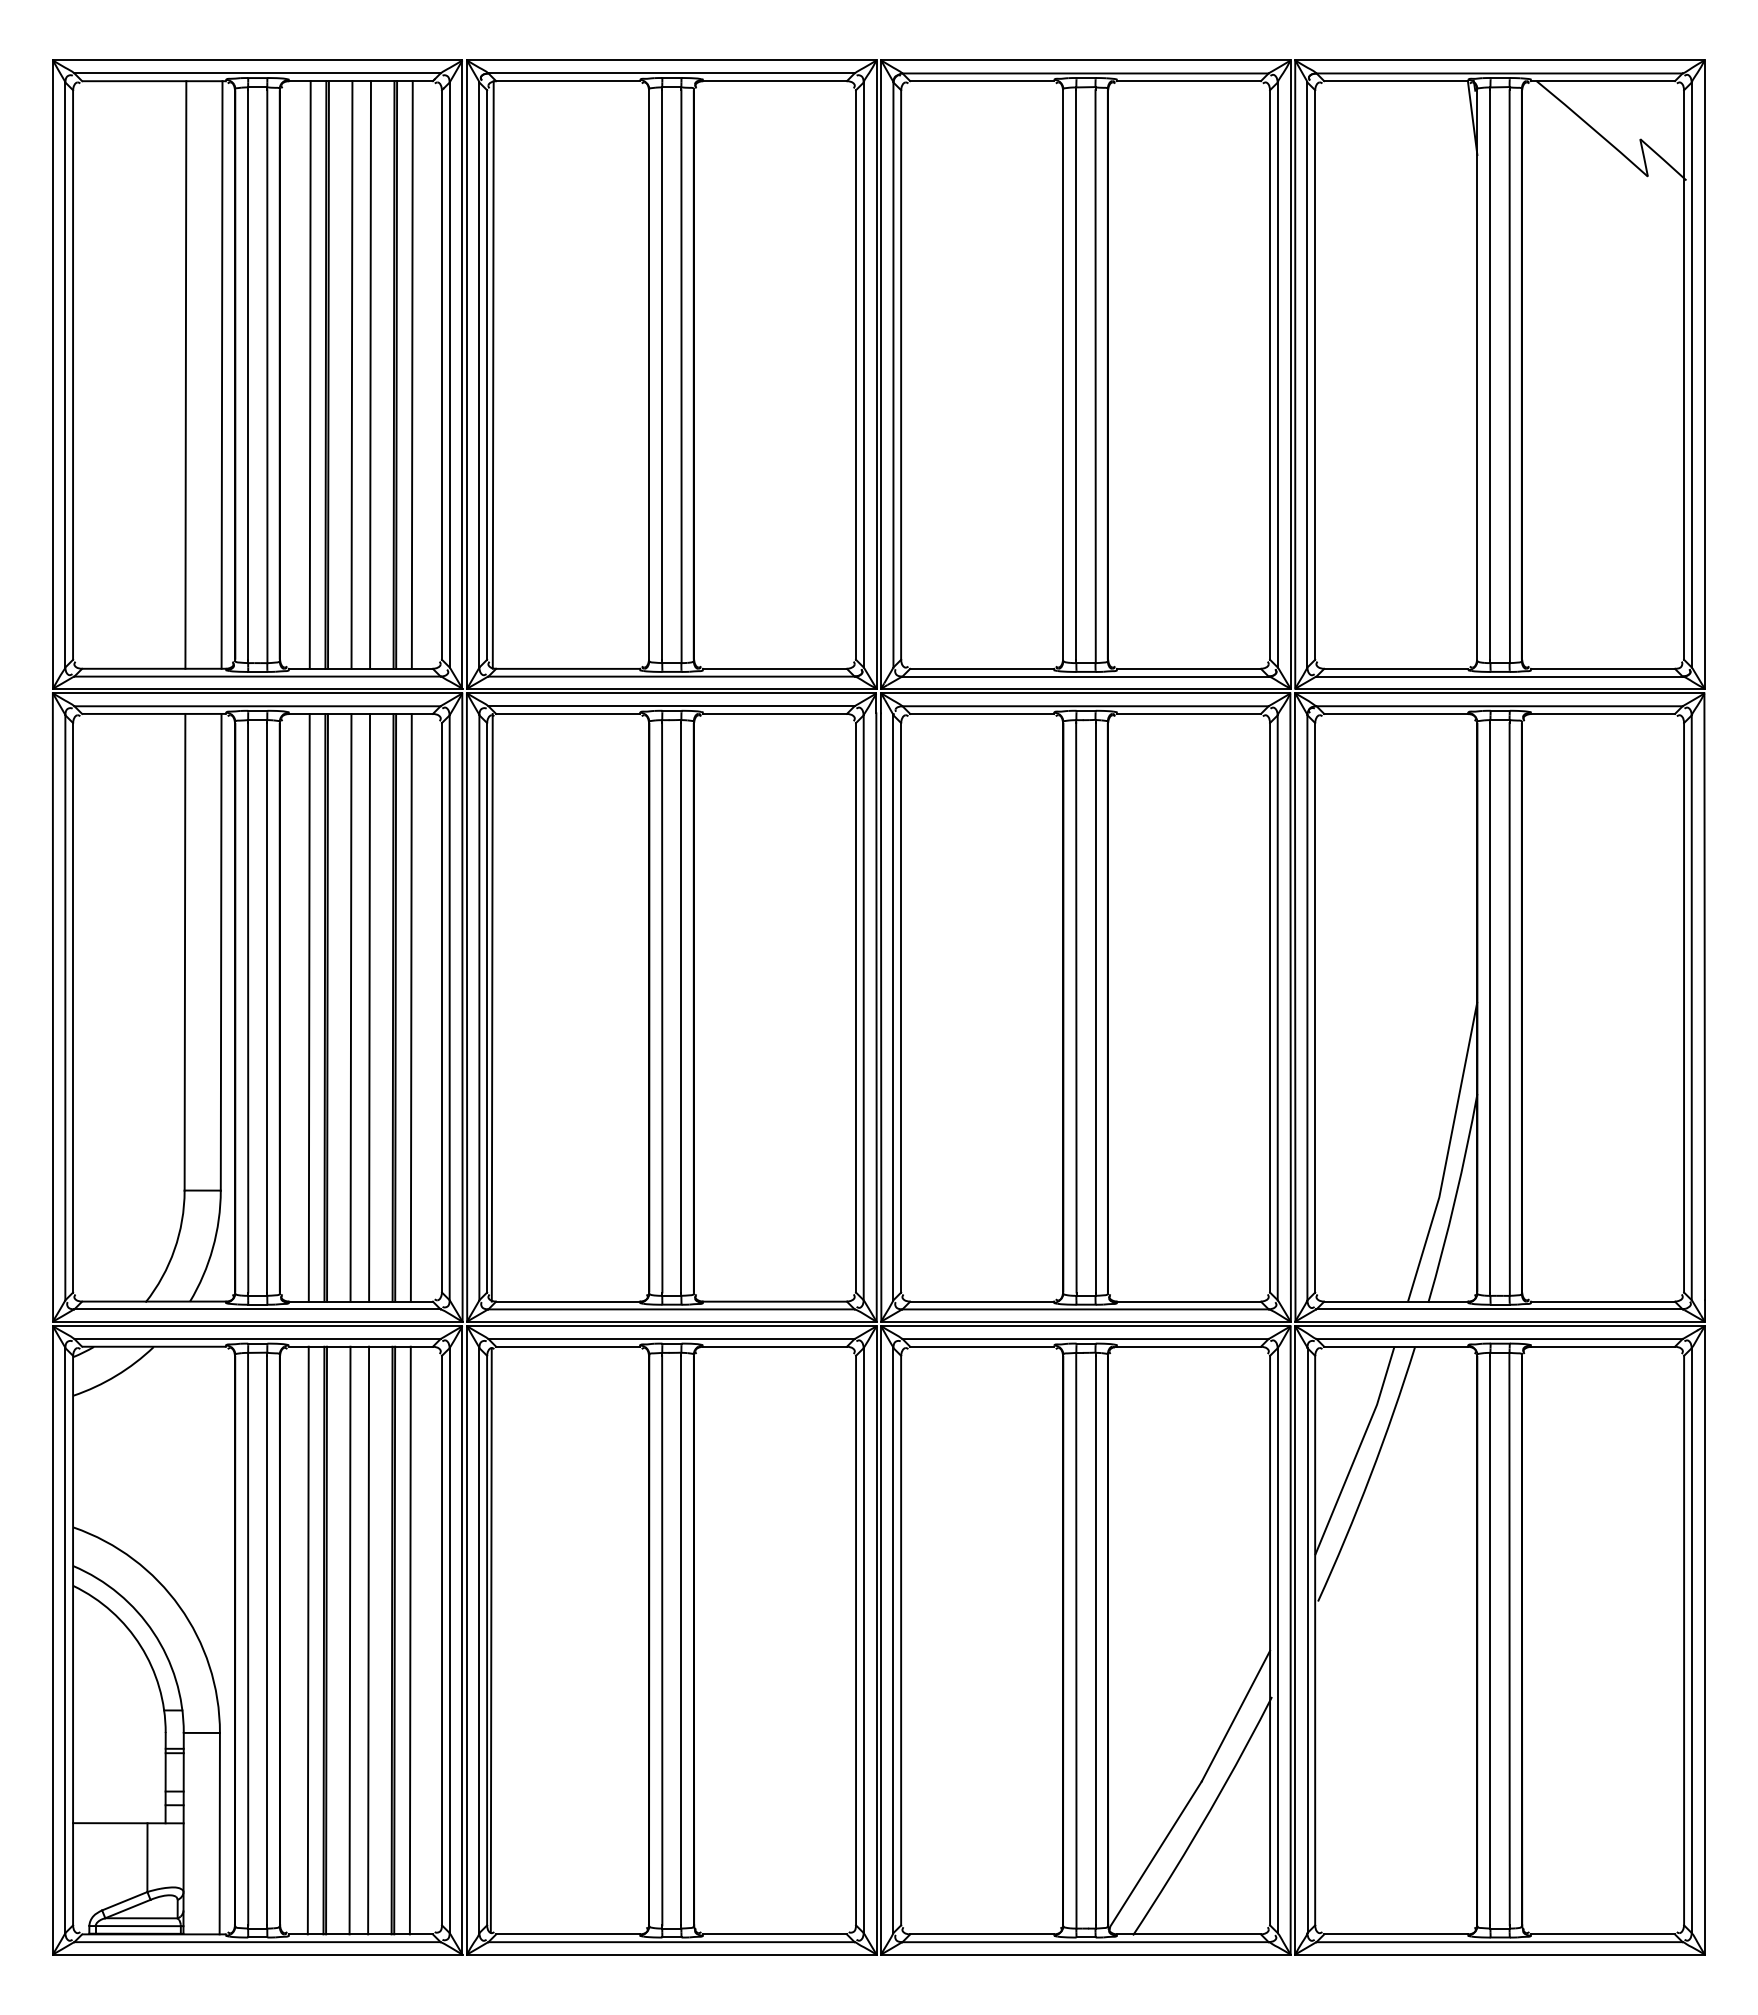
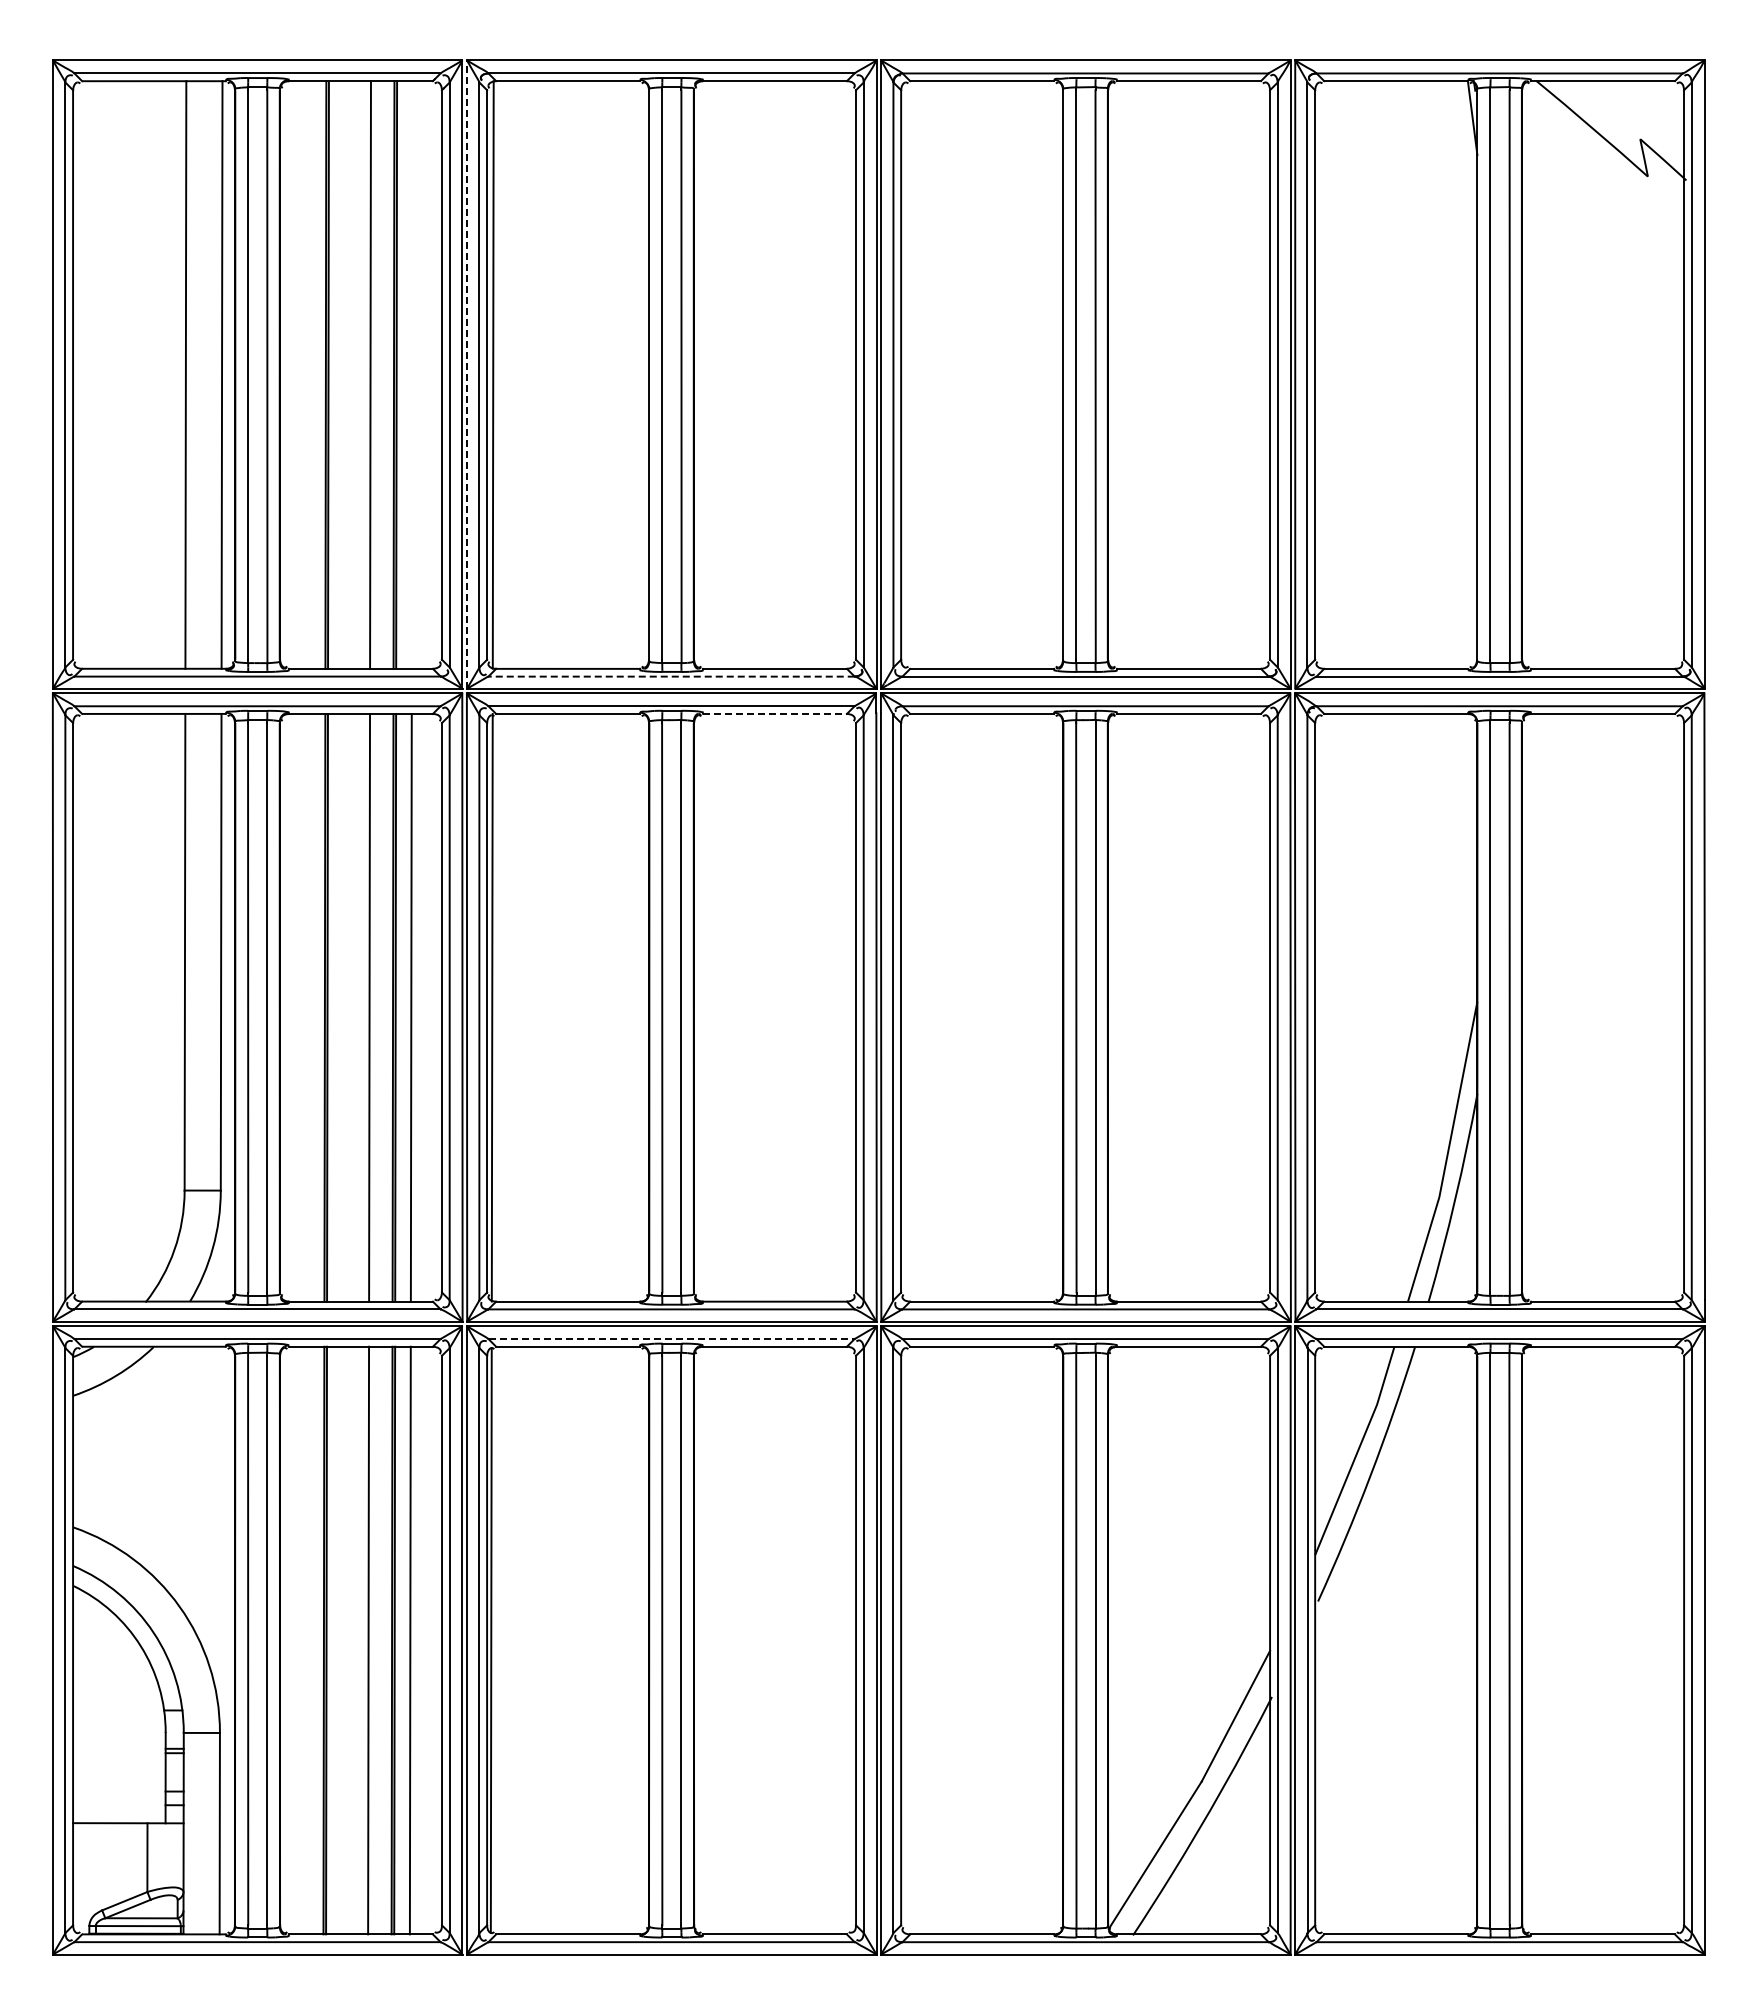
line at (309, 374): present -> none
line at (351, 374): present -> none
line at (411, 374): present -> none
line at (467, 374): solid -> dashed
line at (671, 676): solid -> dashed
line at (775, 714): solid -> dashed
line at (308, 1007): present -> none
line at (350, 1007): present -> none
line at (672, 1339): solid -> dashed
line at (307, 1640): present -> none
line at (349, 1640): present -> none
